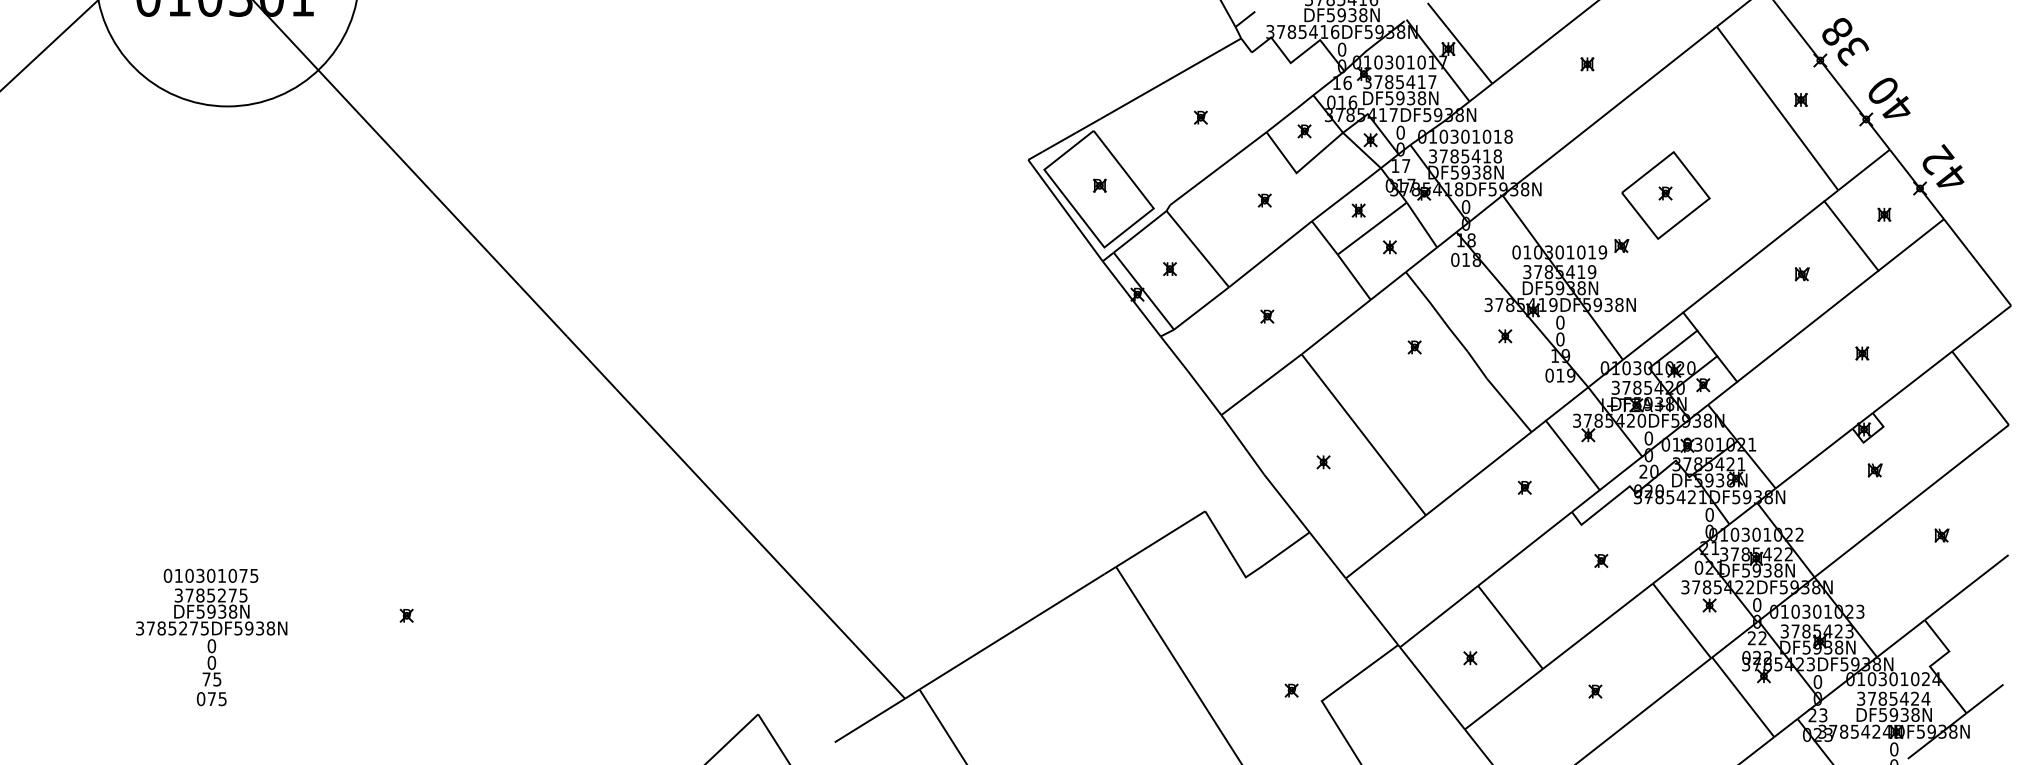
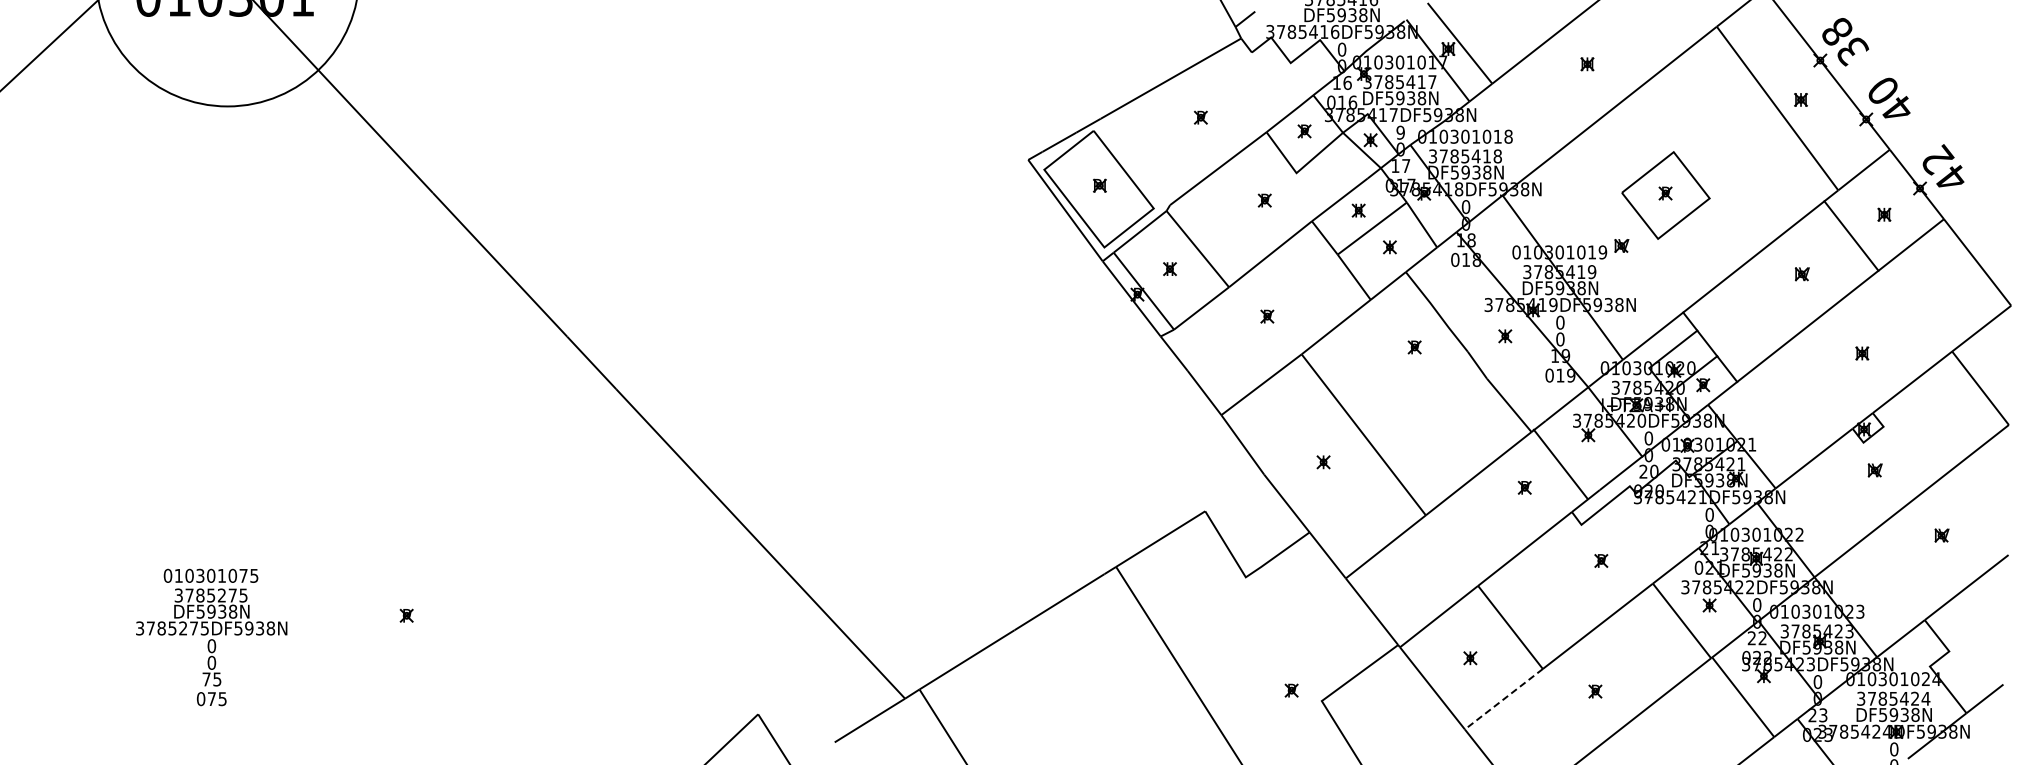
text at (1400, 132): 0 -> 9
line at (1572, 455) position: (1572, 455) -> (1560, 464)
line at (1503, 699): solid -> dashed
